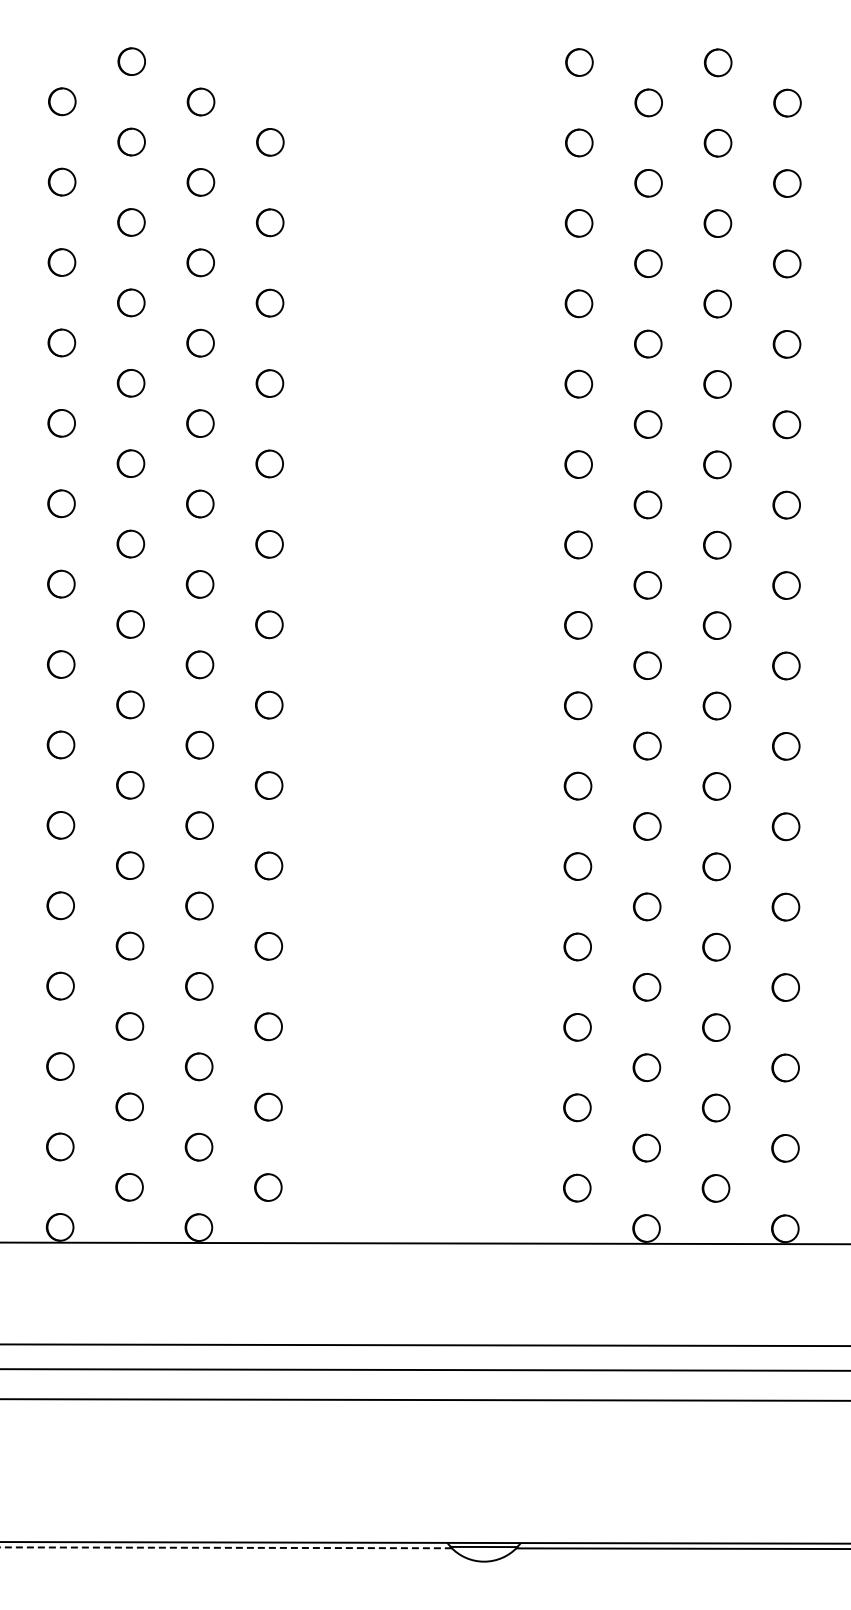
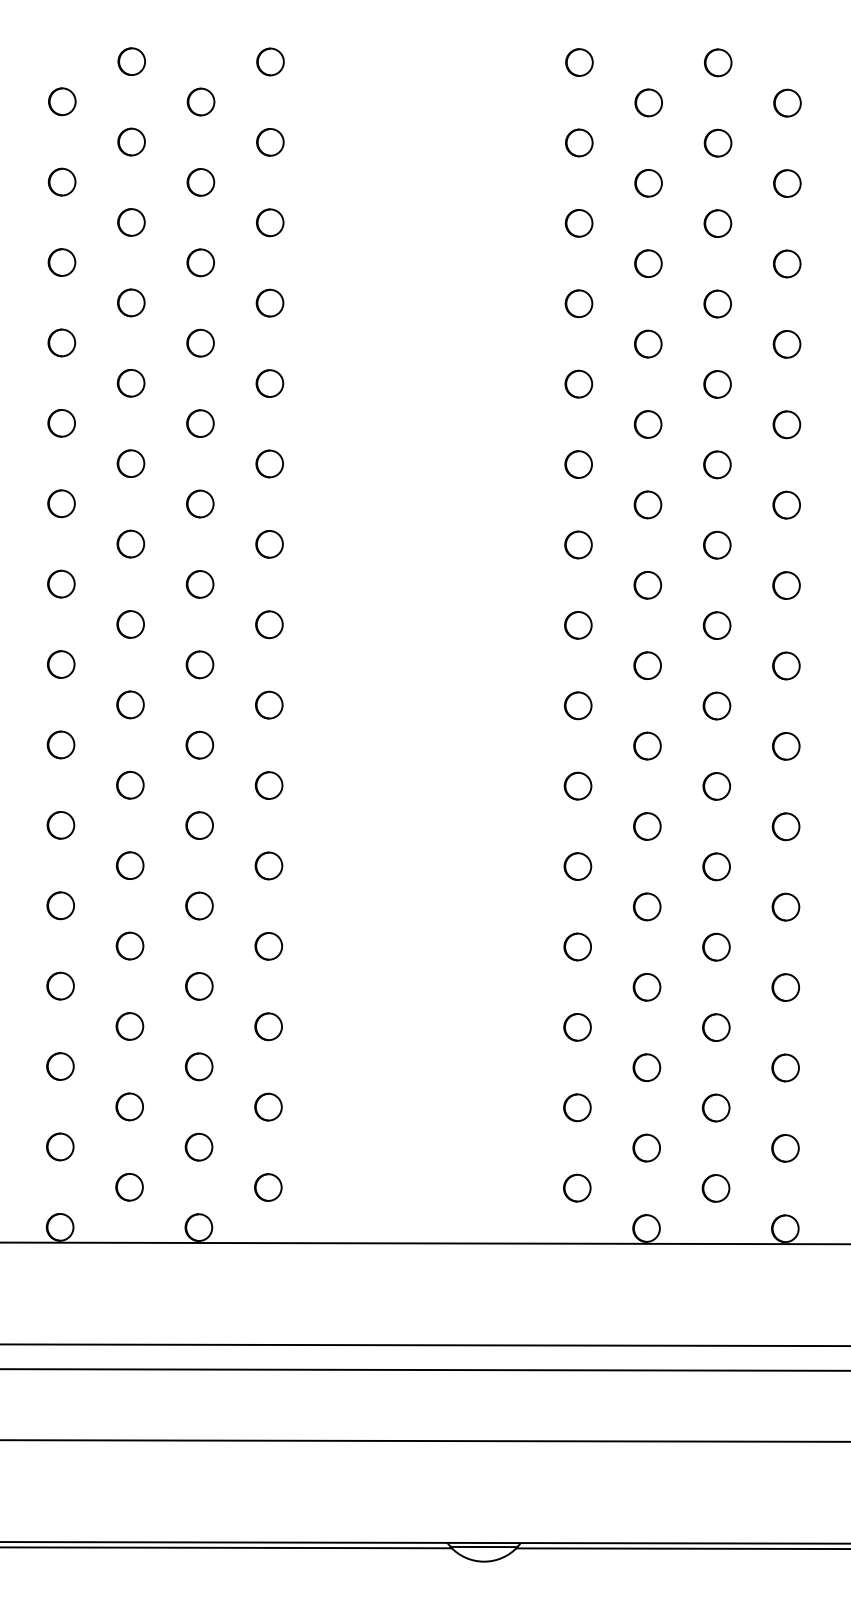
part at (270, 61): none -> present
line at (424, 1399) position: (424, 1399) -> (424, 1440)
line at (225, 1547): dashed -> solid
